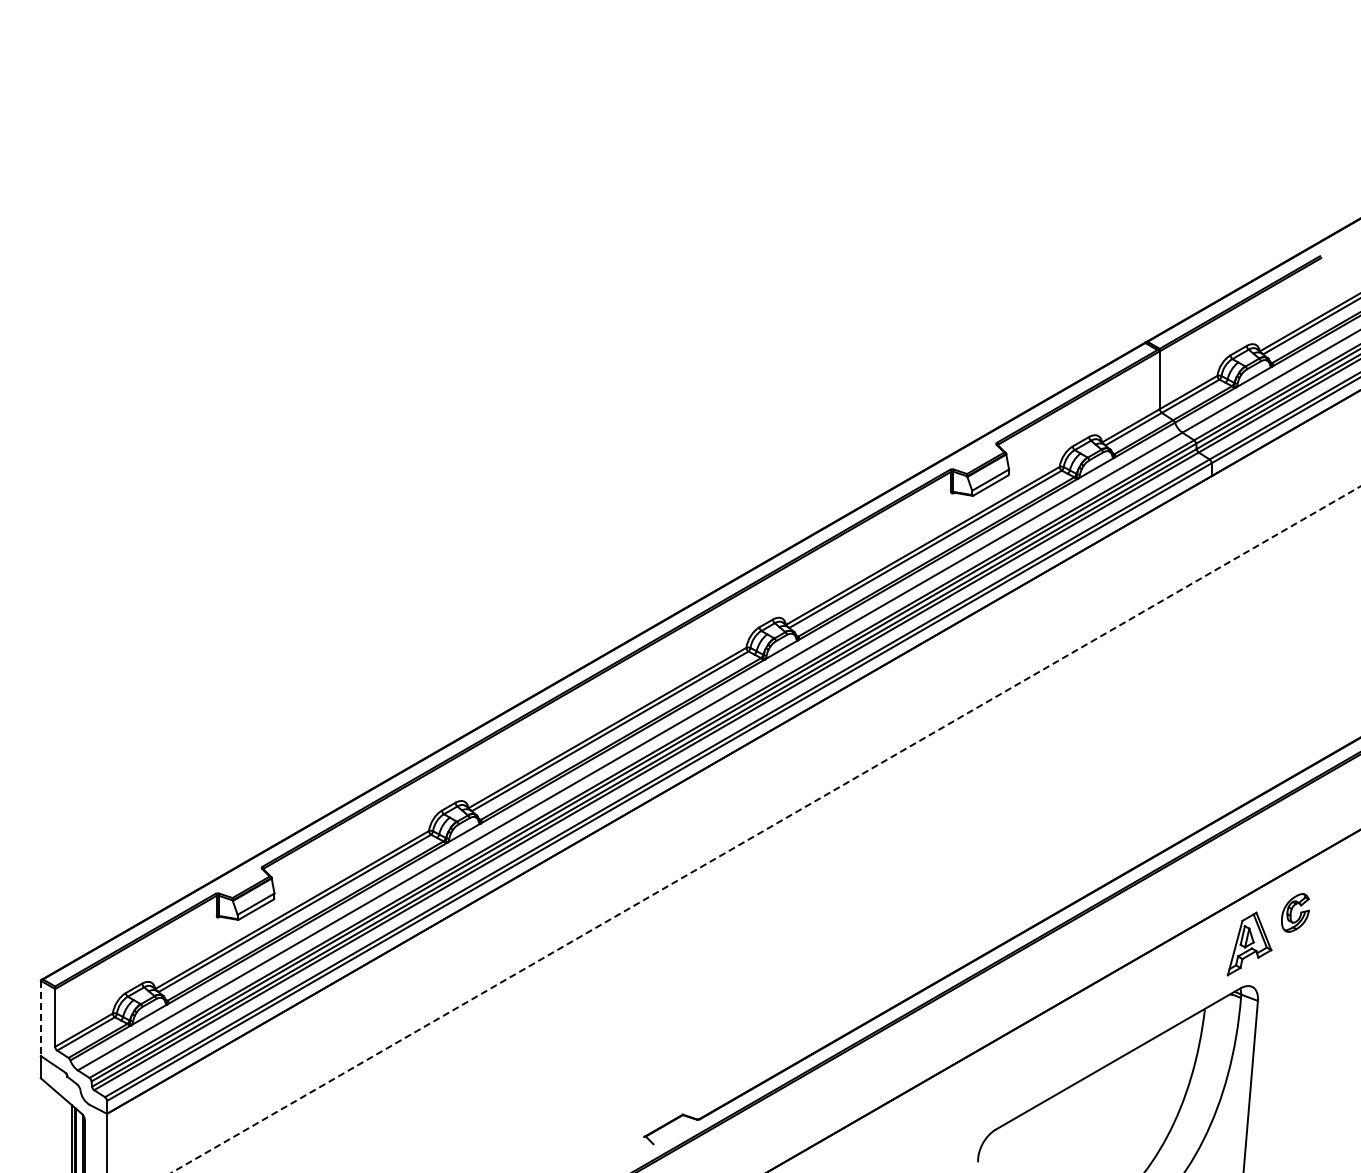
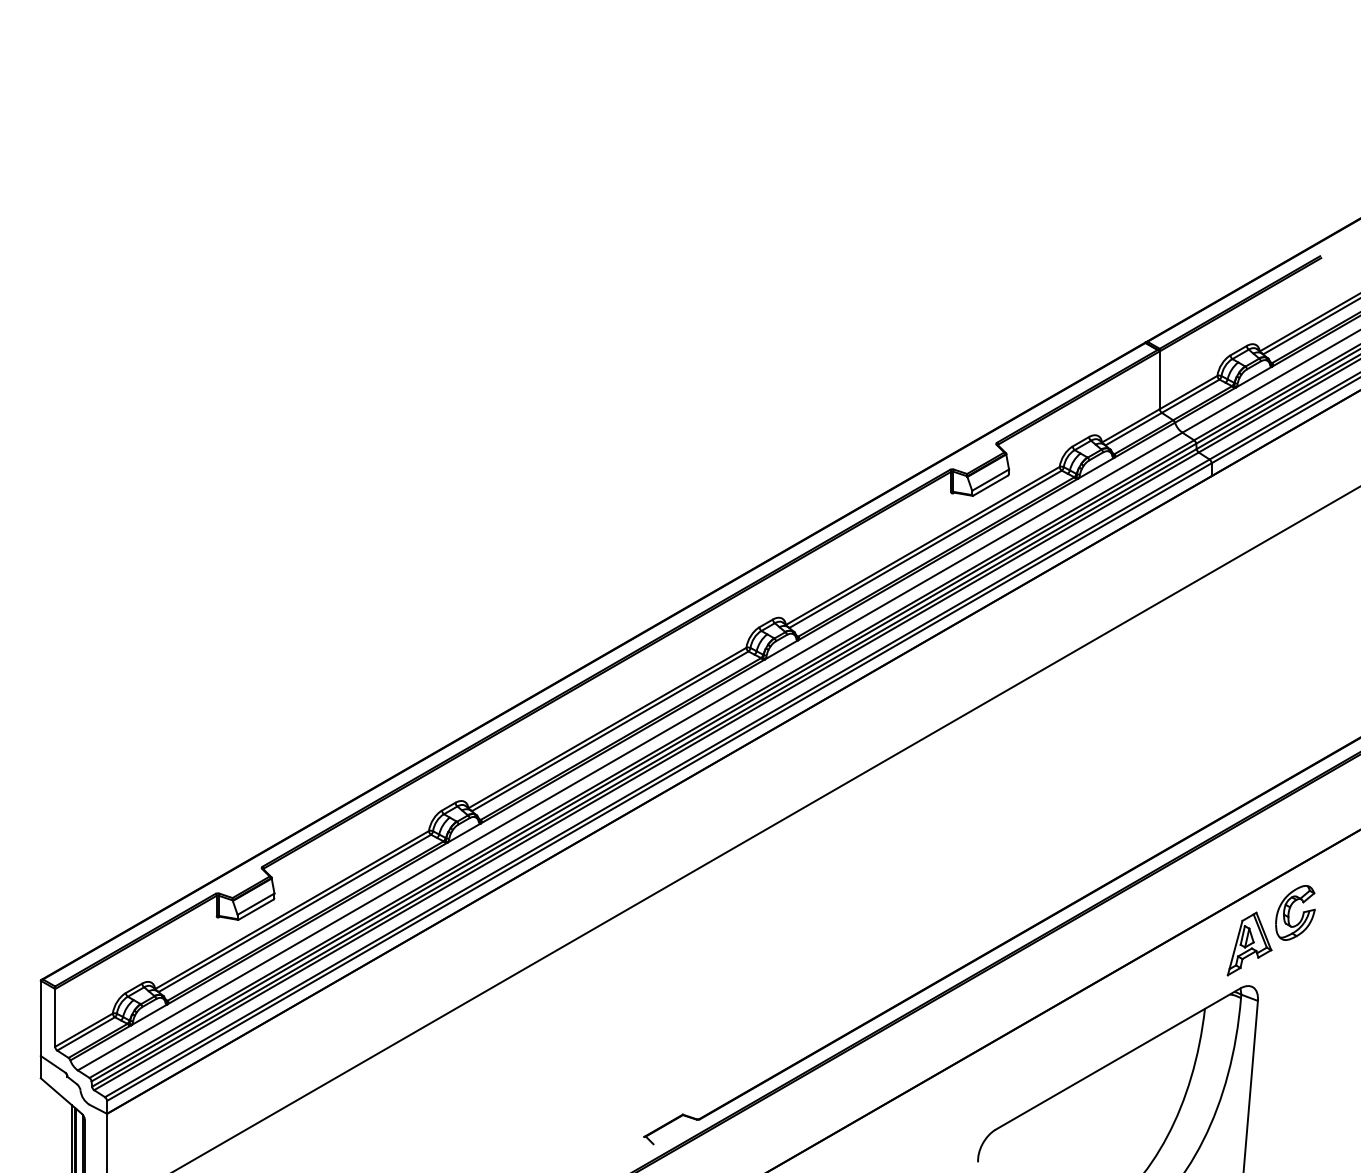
line at (766, 829): dashed -> solid
part at (1295, 912) size: 29x40 px -> 41x56 px
line at (40, 1018): dashed -> solid
